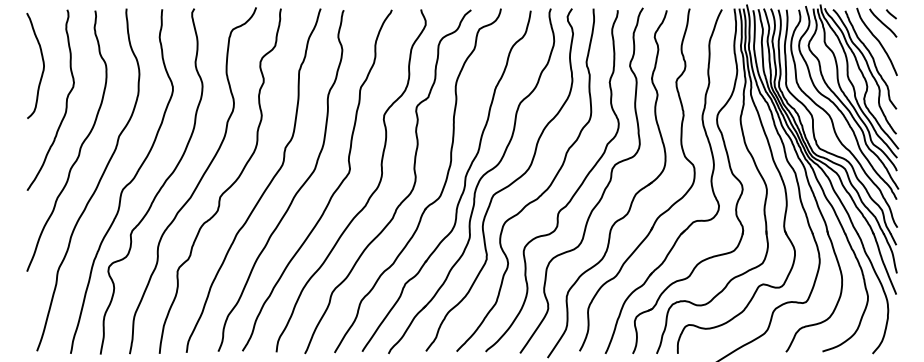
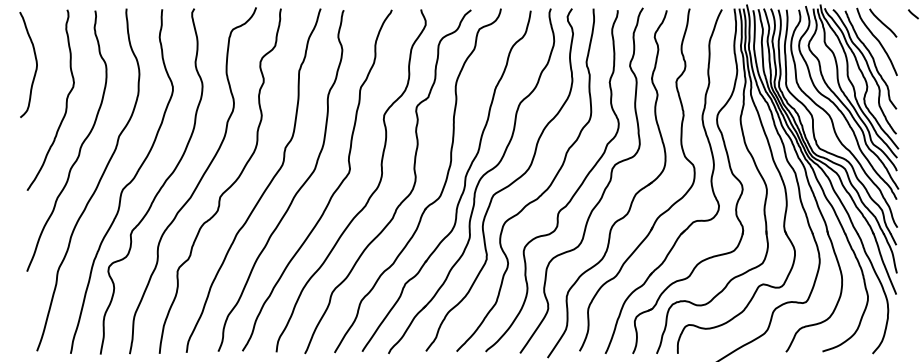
line at (891, 14) position: (891, 14) -> (913, 14)
curve at (42, 63) position: (42, 63) -> (35, 62)
